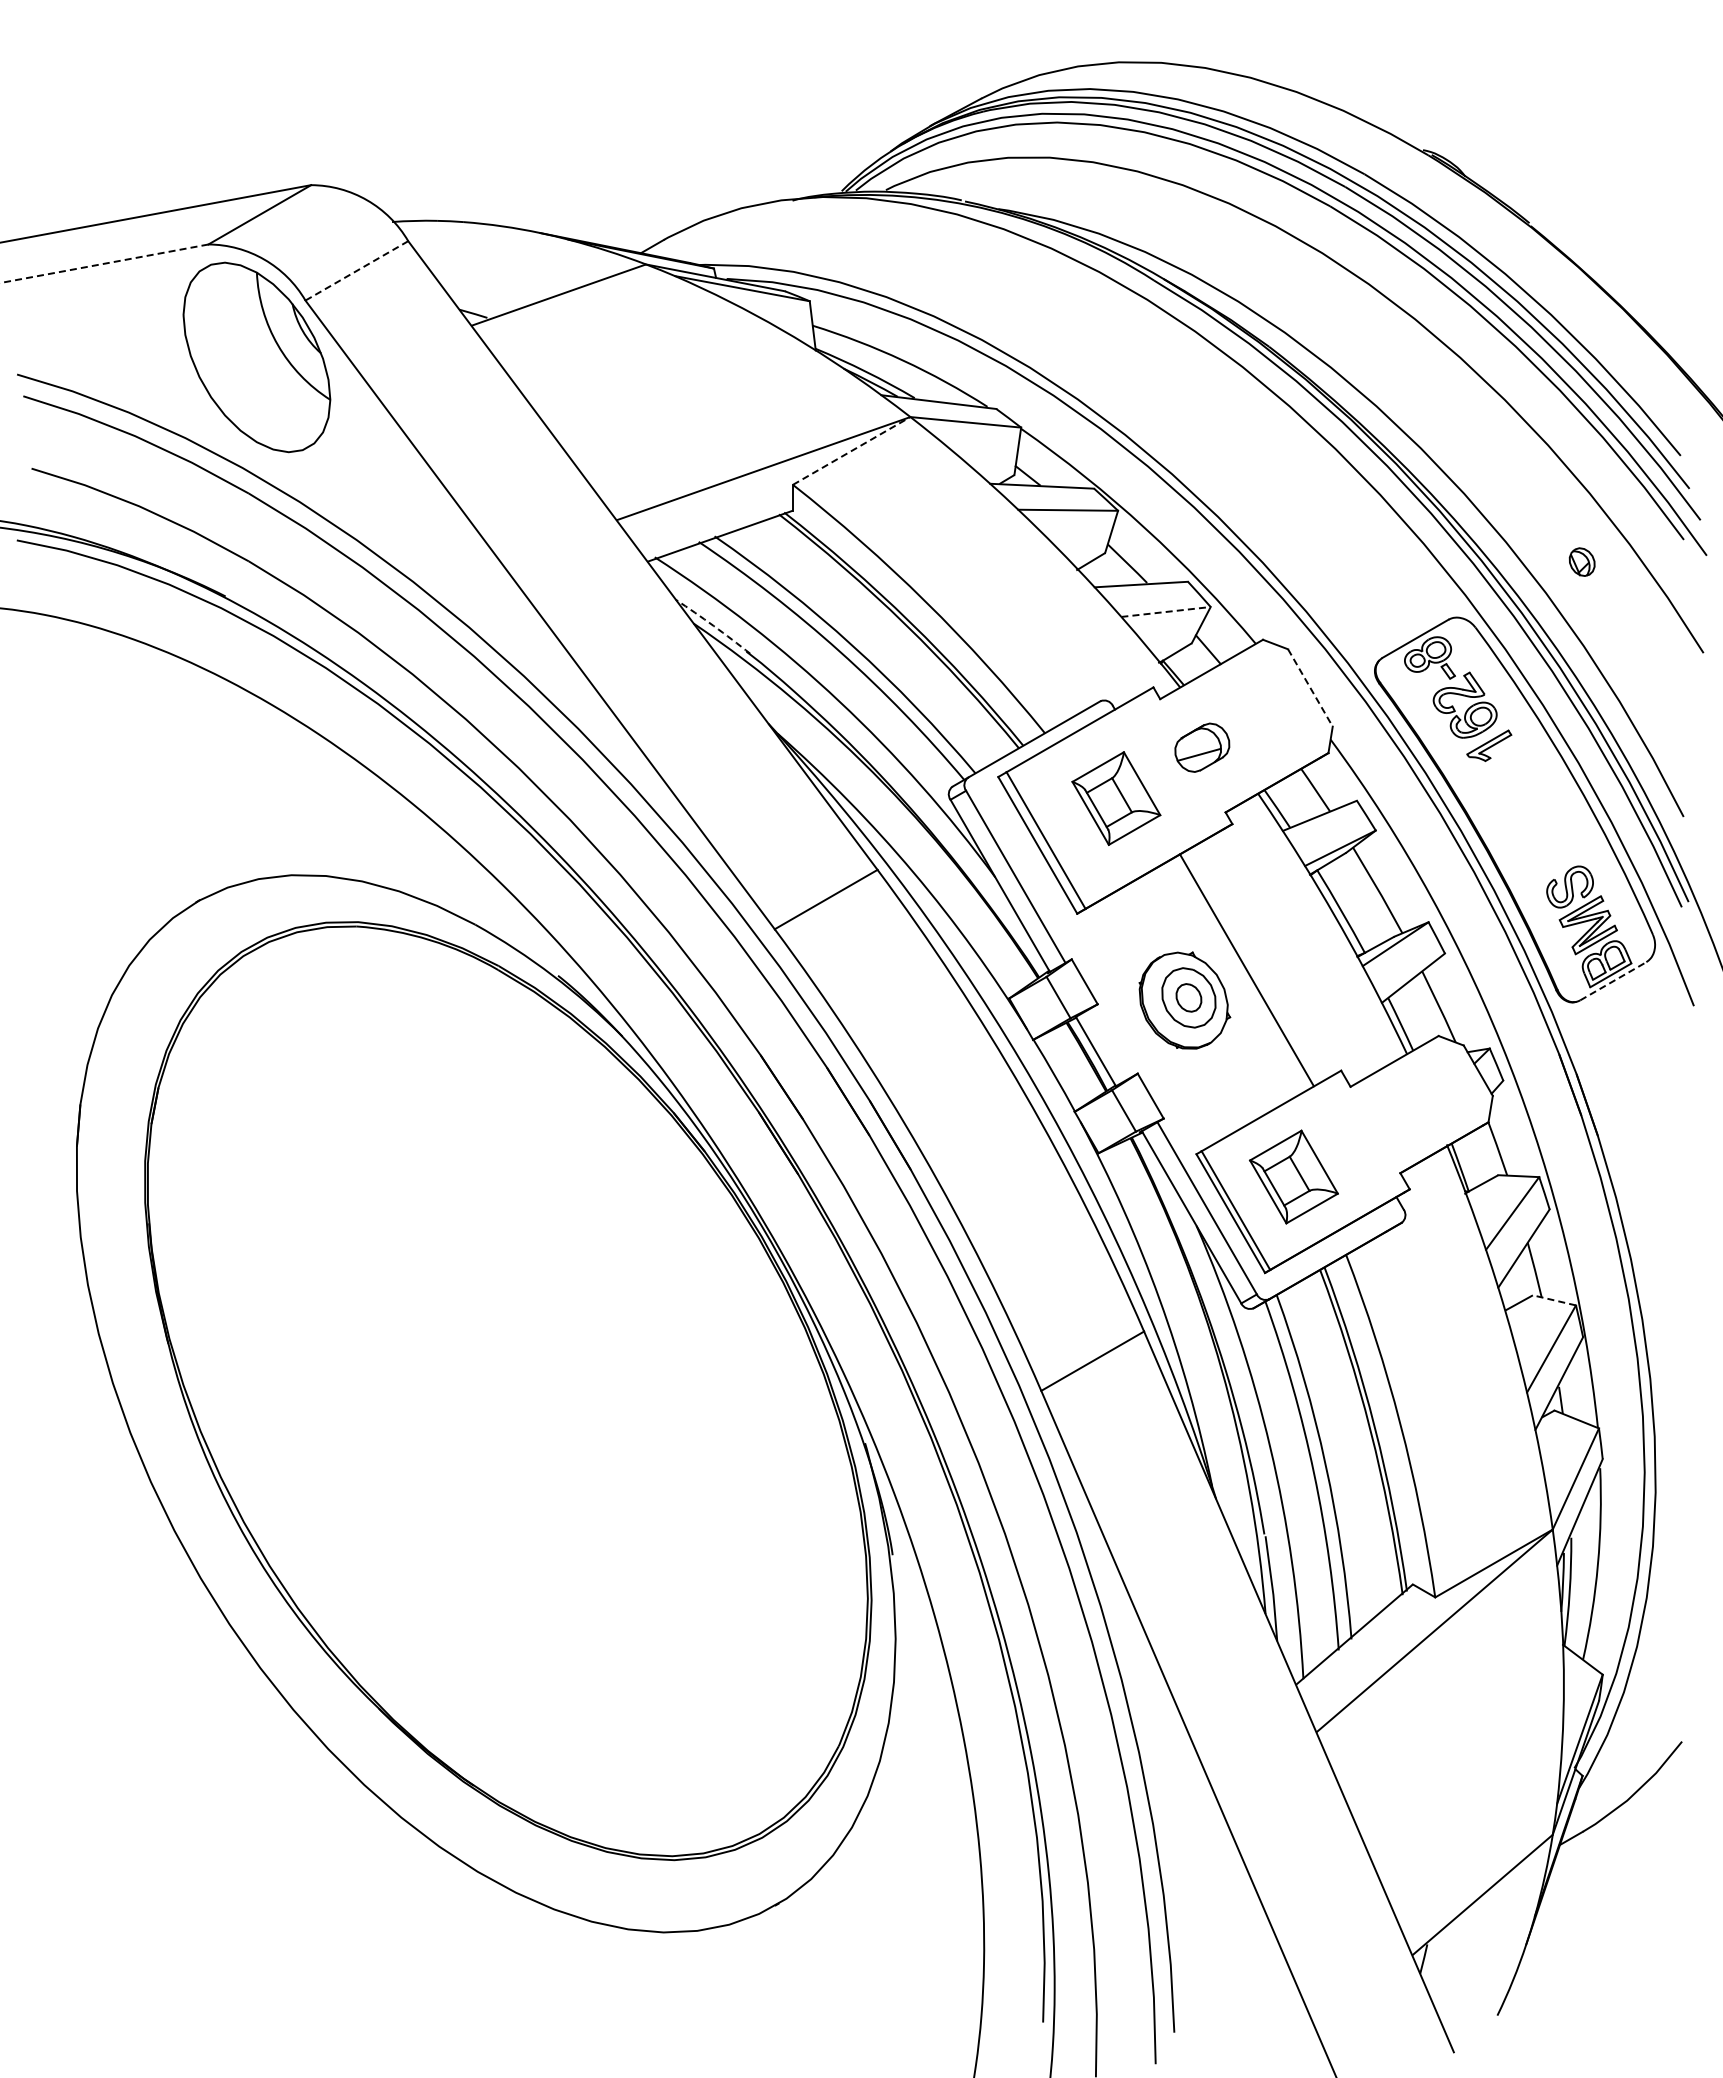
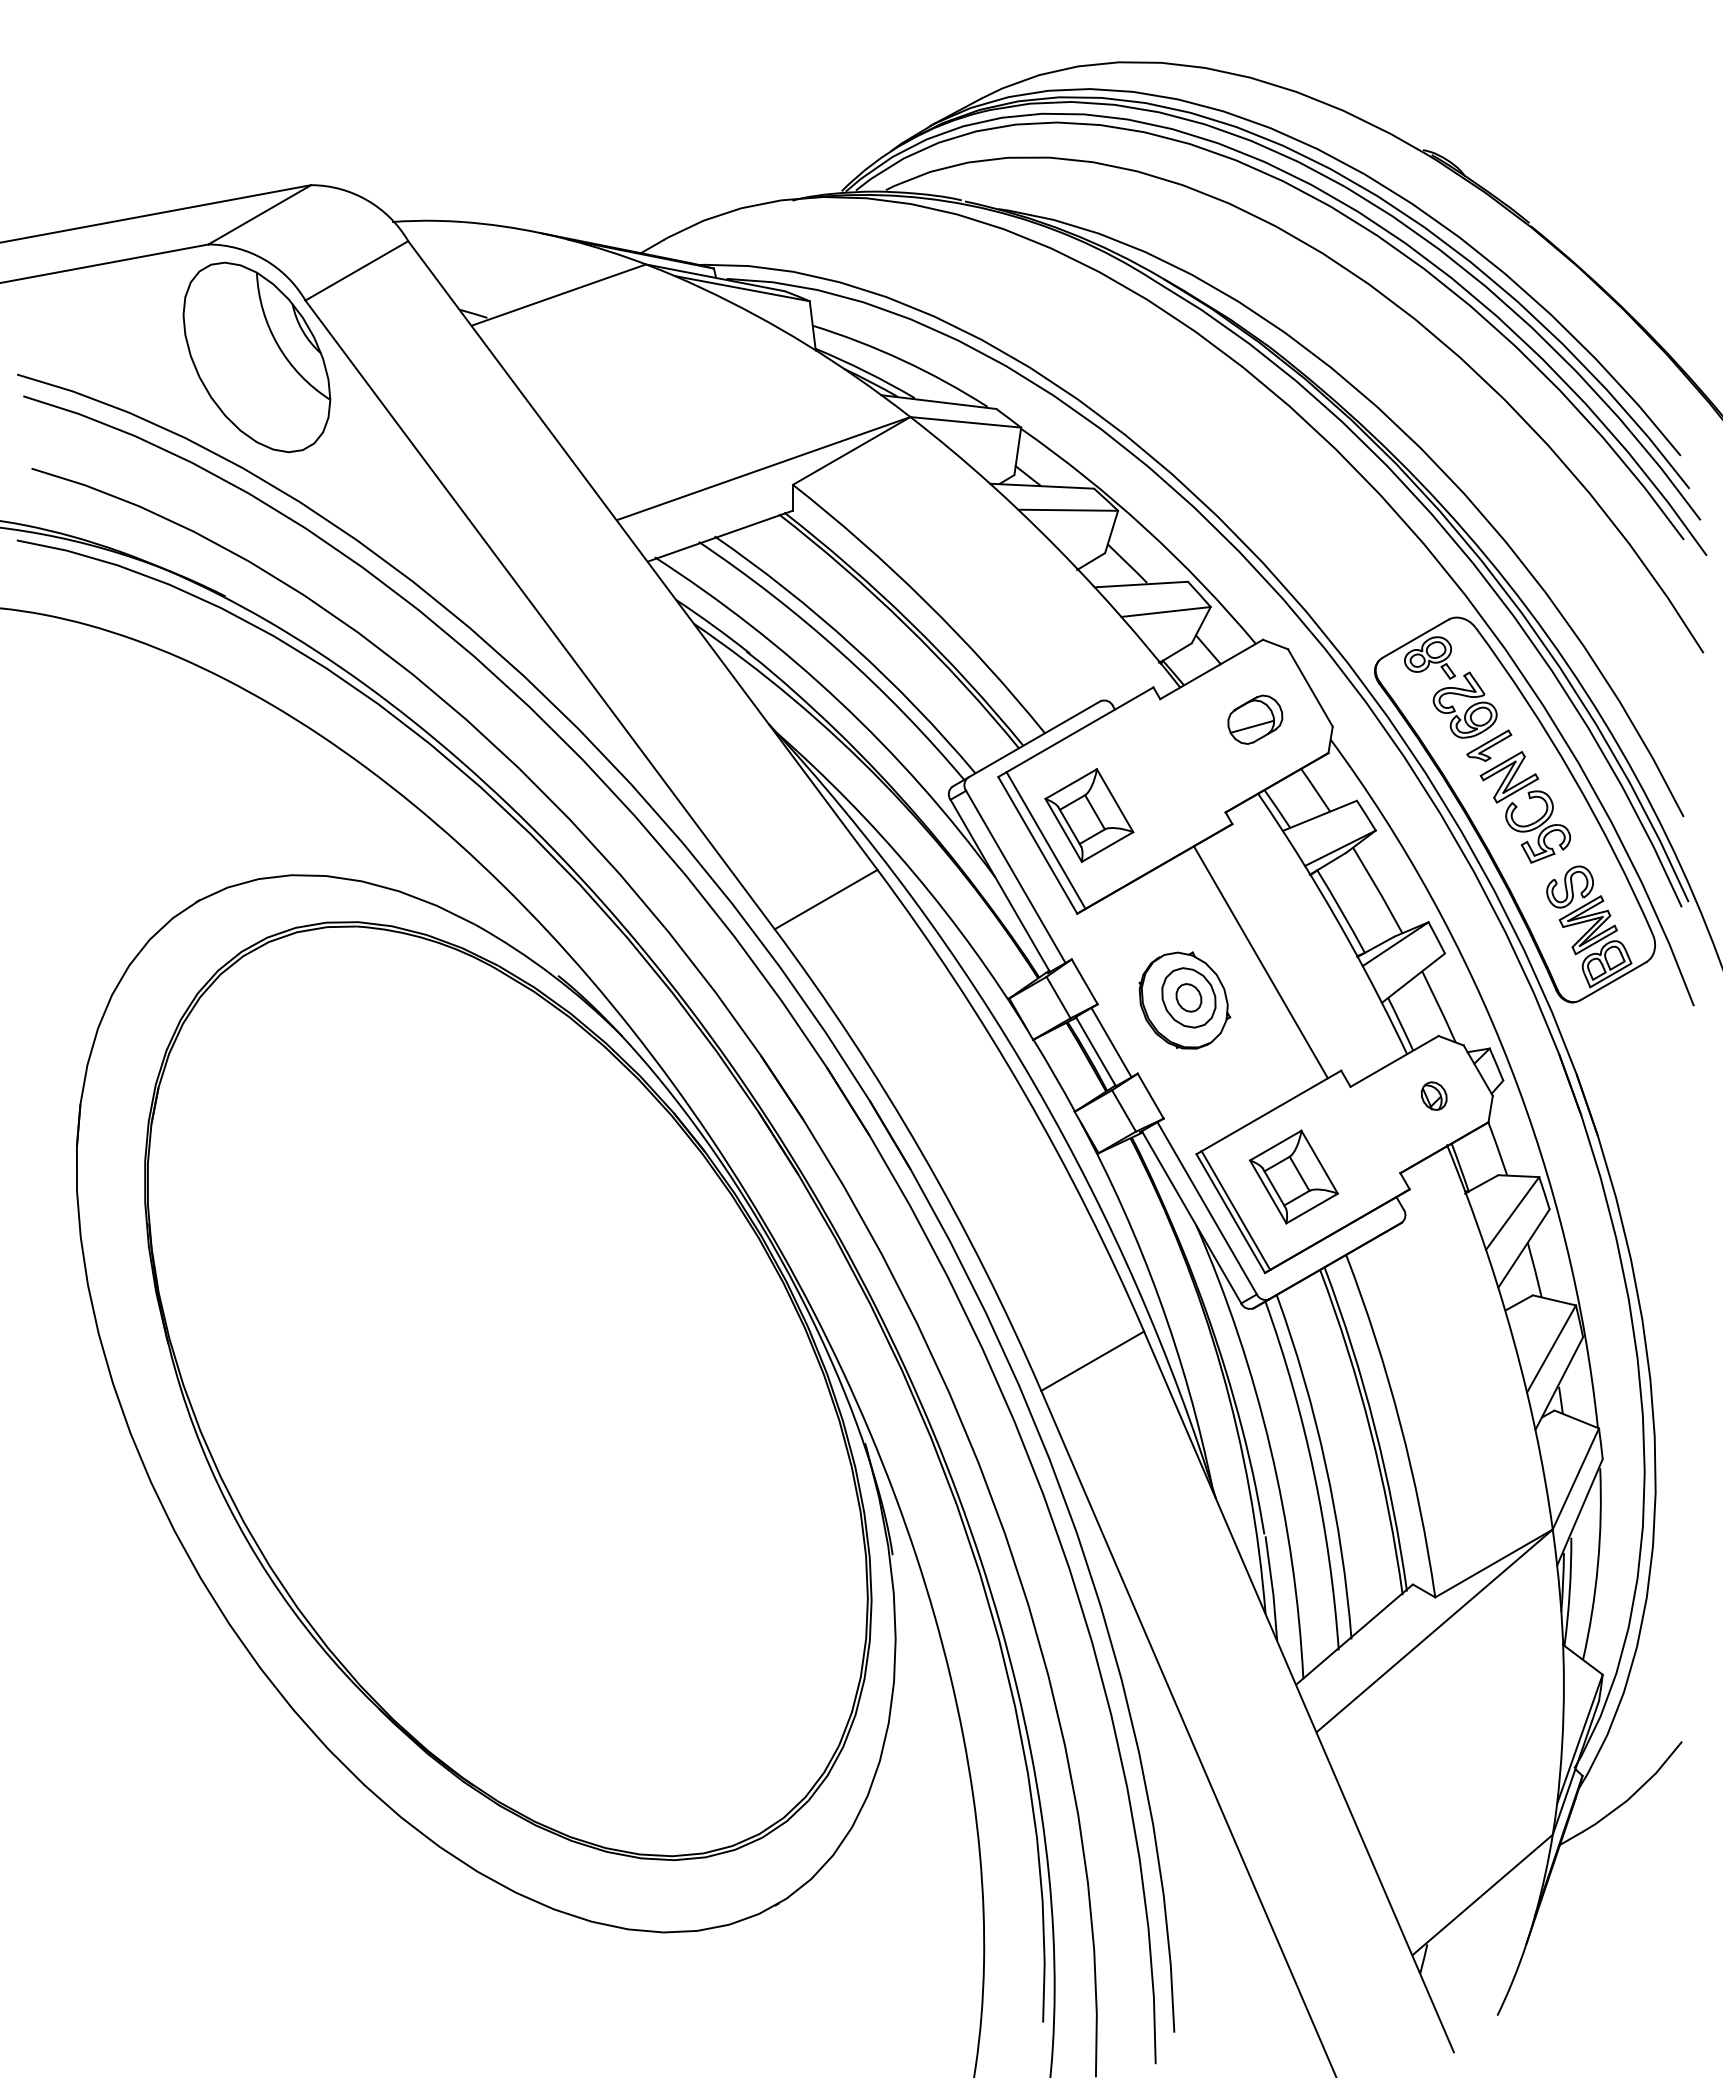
line at (104, 263): dashed -> solid
line at (356, 271): dashed -> solid
line at (851, 450): dashed -> solid
part at (1581, 561) position: (1581, 561) -> (1433, 1095)
line at (1166, 611): dashed -> solid
arc at (713, 625): dashed -> solid
line at (1310, 687): dashed -> solid
part at (1202, 747) position: (1202, 747) -> (1255, 719)
part at (1116, 798) position: (1116, 798) -> (1089, 815)
part at (1517, 807): none -> present
line at (1246, 970) position: (1246, 970) -> (1260, 962)
line at (1613, 981): dashed -> solid
line at (1111, 1042): none -> present
line at (1553, 1300): dashed -> solid
